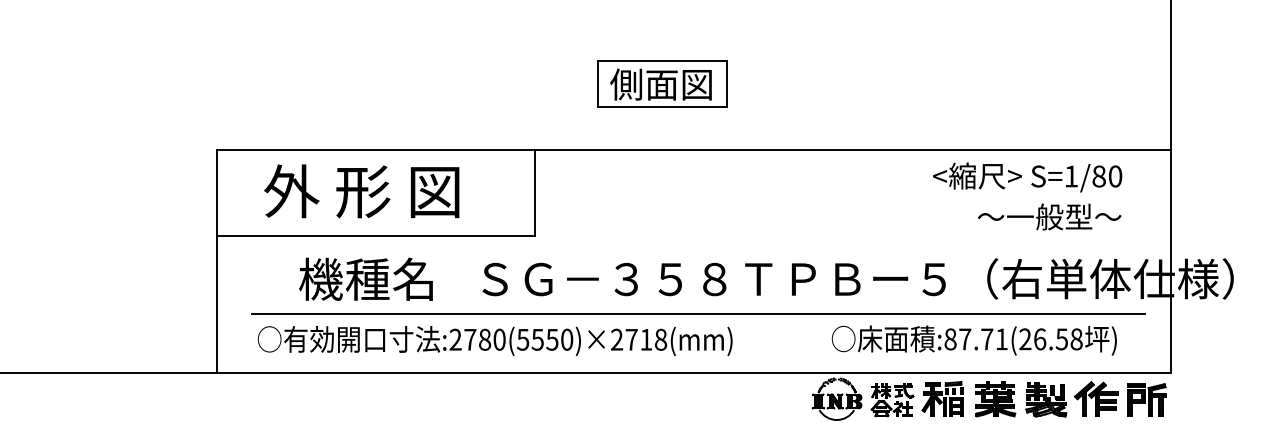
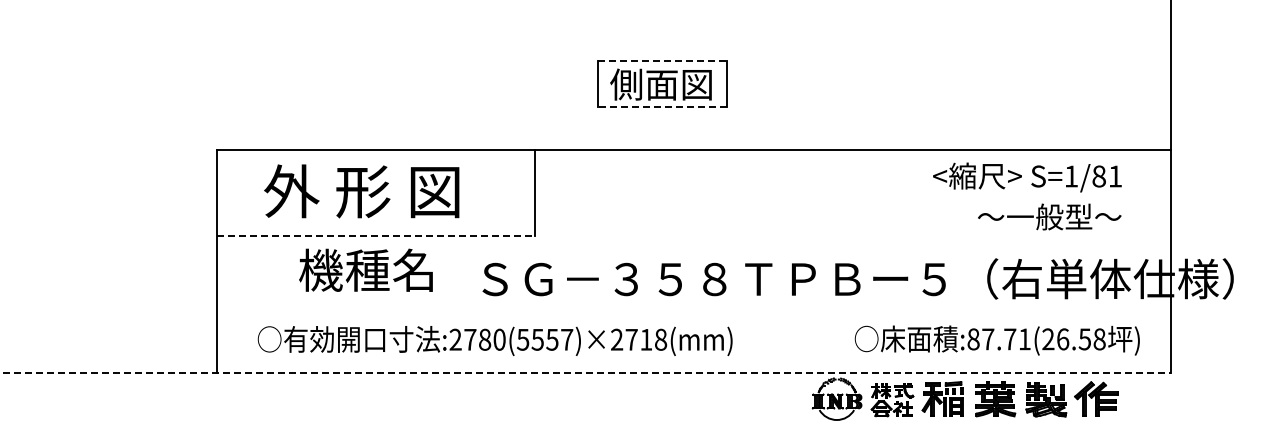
line at (662, 60): solid -> dashed
line at (662, 107): solid -> dashed
text at (1115, 176): S=1/80 -> S=1/81
line at (376, 235): solid -> dashed
text at (365, 278) position: (365, 278) -> (365, 269)
line at (698, 313): present -> none
text at (567, 339): :2780(5550)×2718(mm) -> :2780(5557)×2718(mm)
text at (973, 340) position: (973, 340) -> (996, 340)
line at (586, 373): solid -> dashed
part at (1146, 399): present -> none
